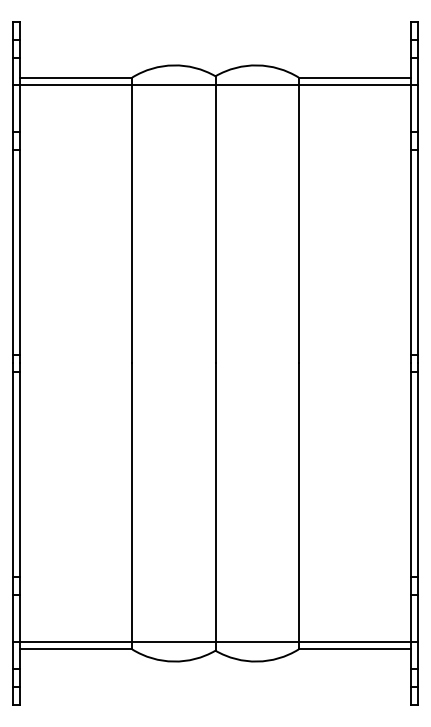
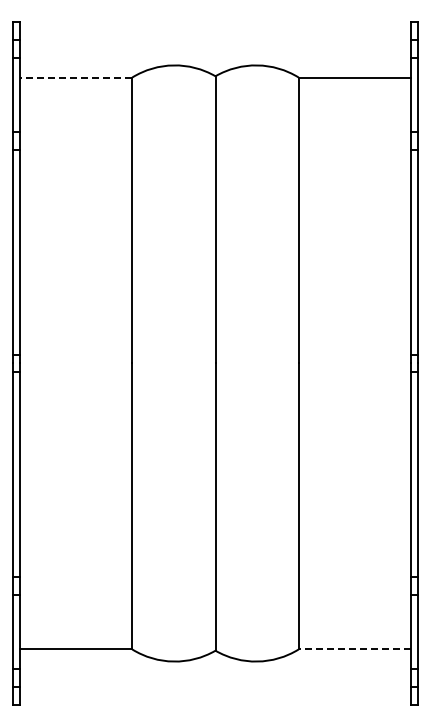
line at (75, 77): solid -> dashed
line at (215, 84): present -> none
line at (215, 642): present -> none
line at (354, 649): solid -> dashed
